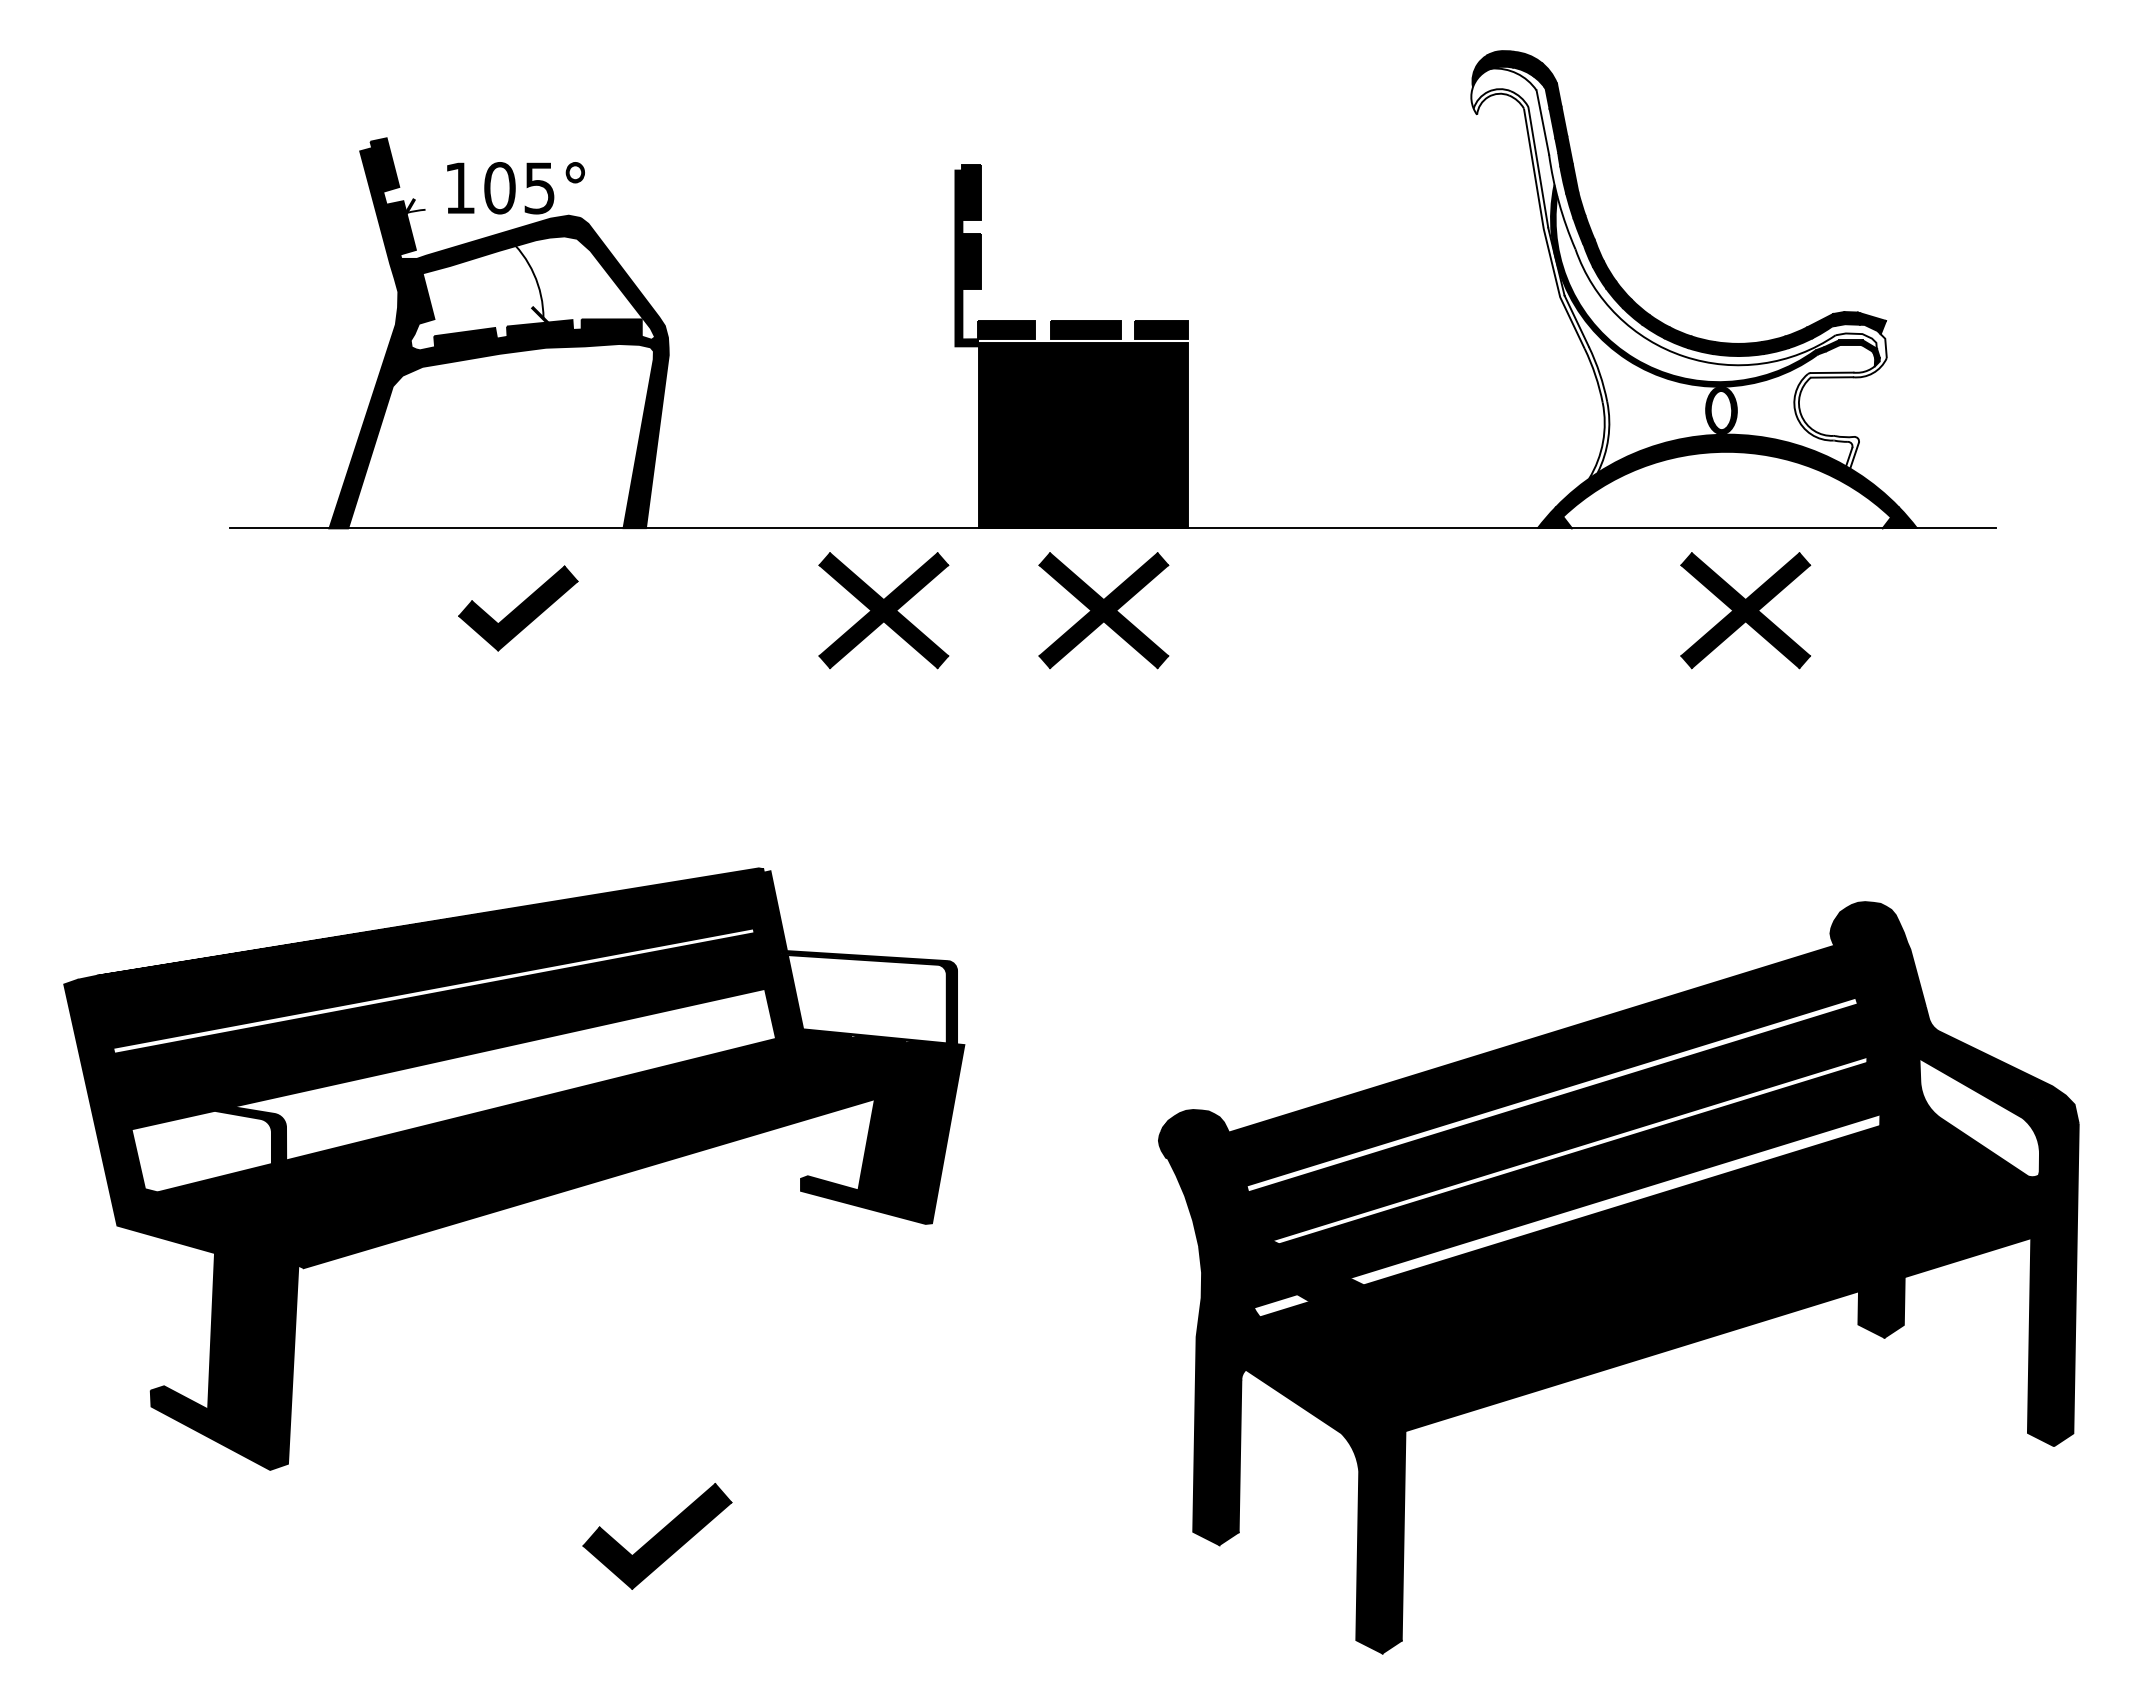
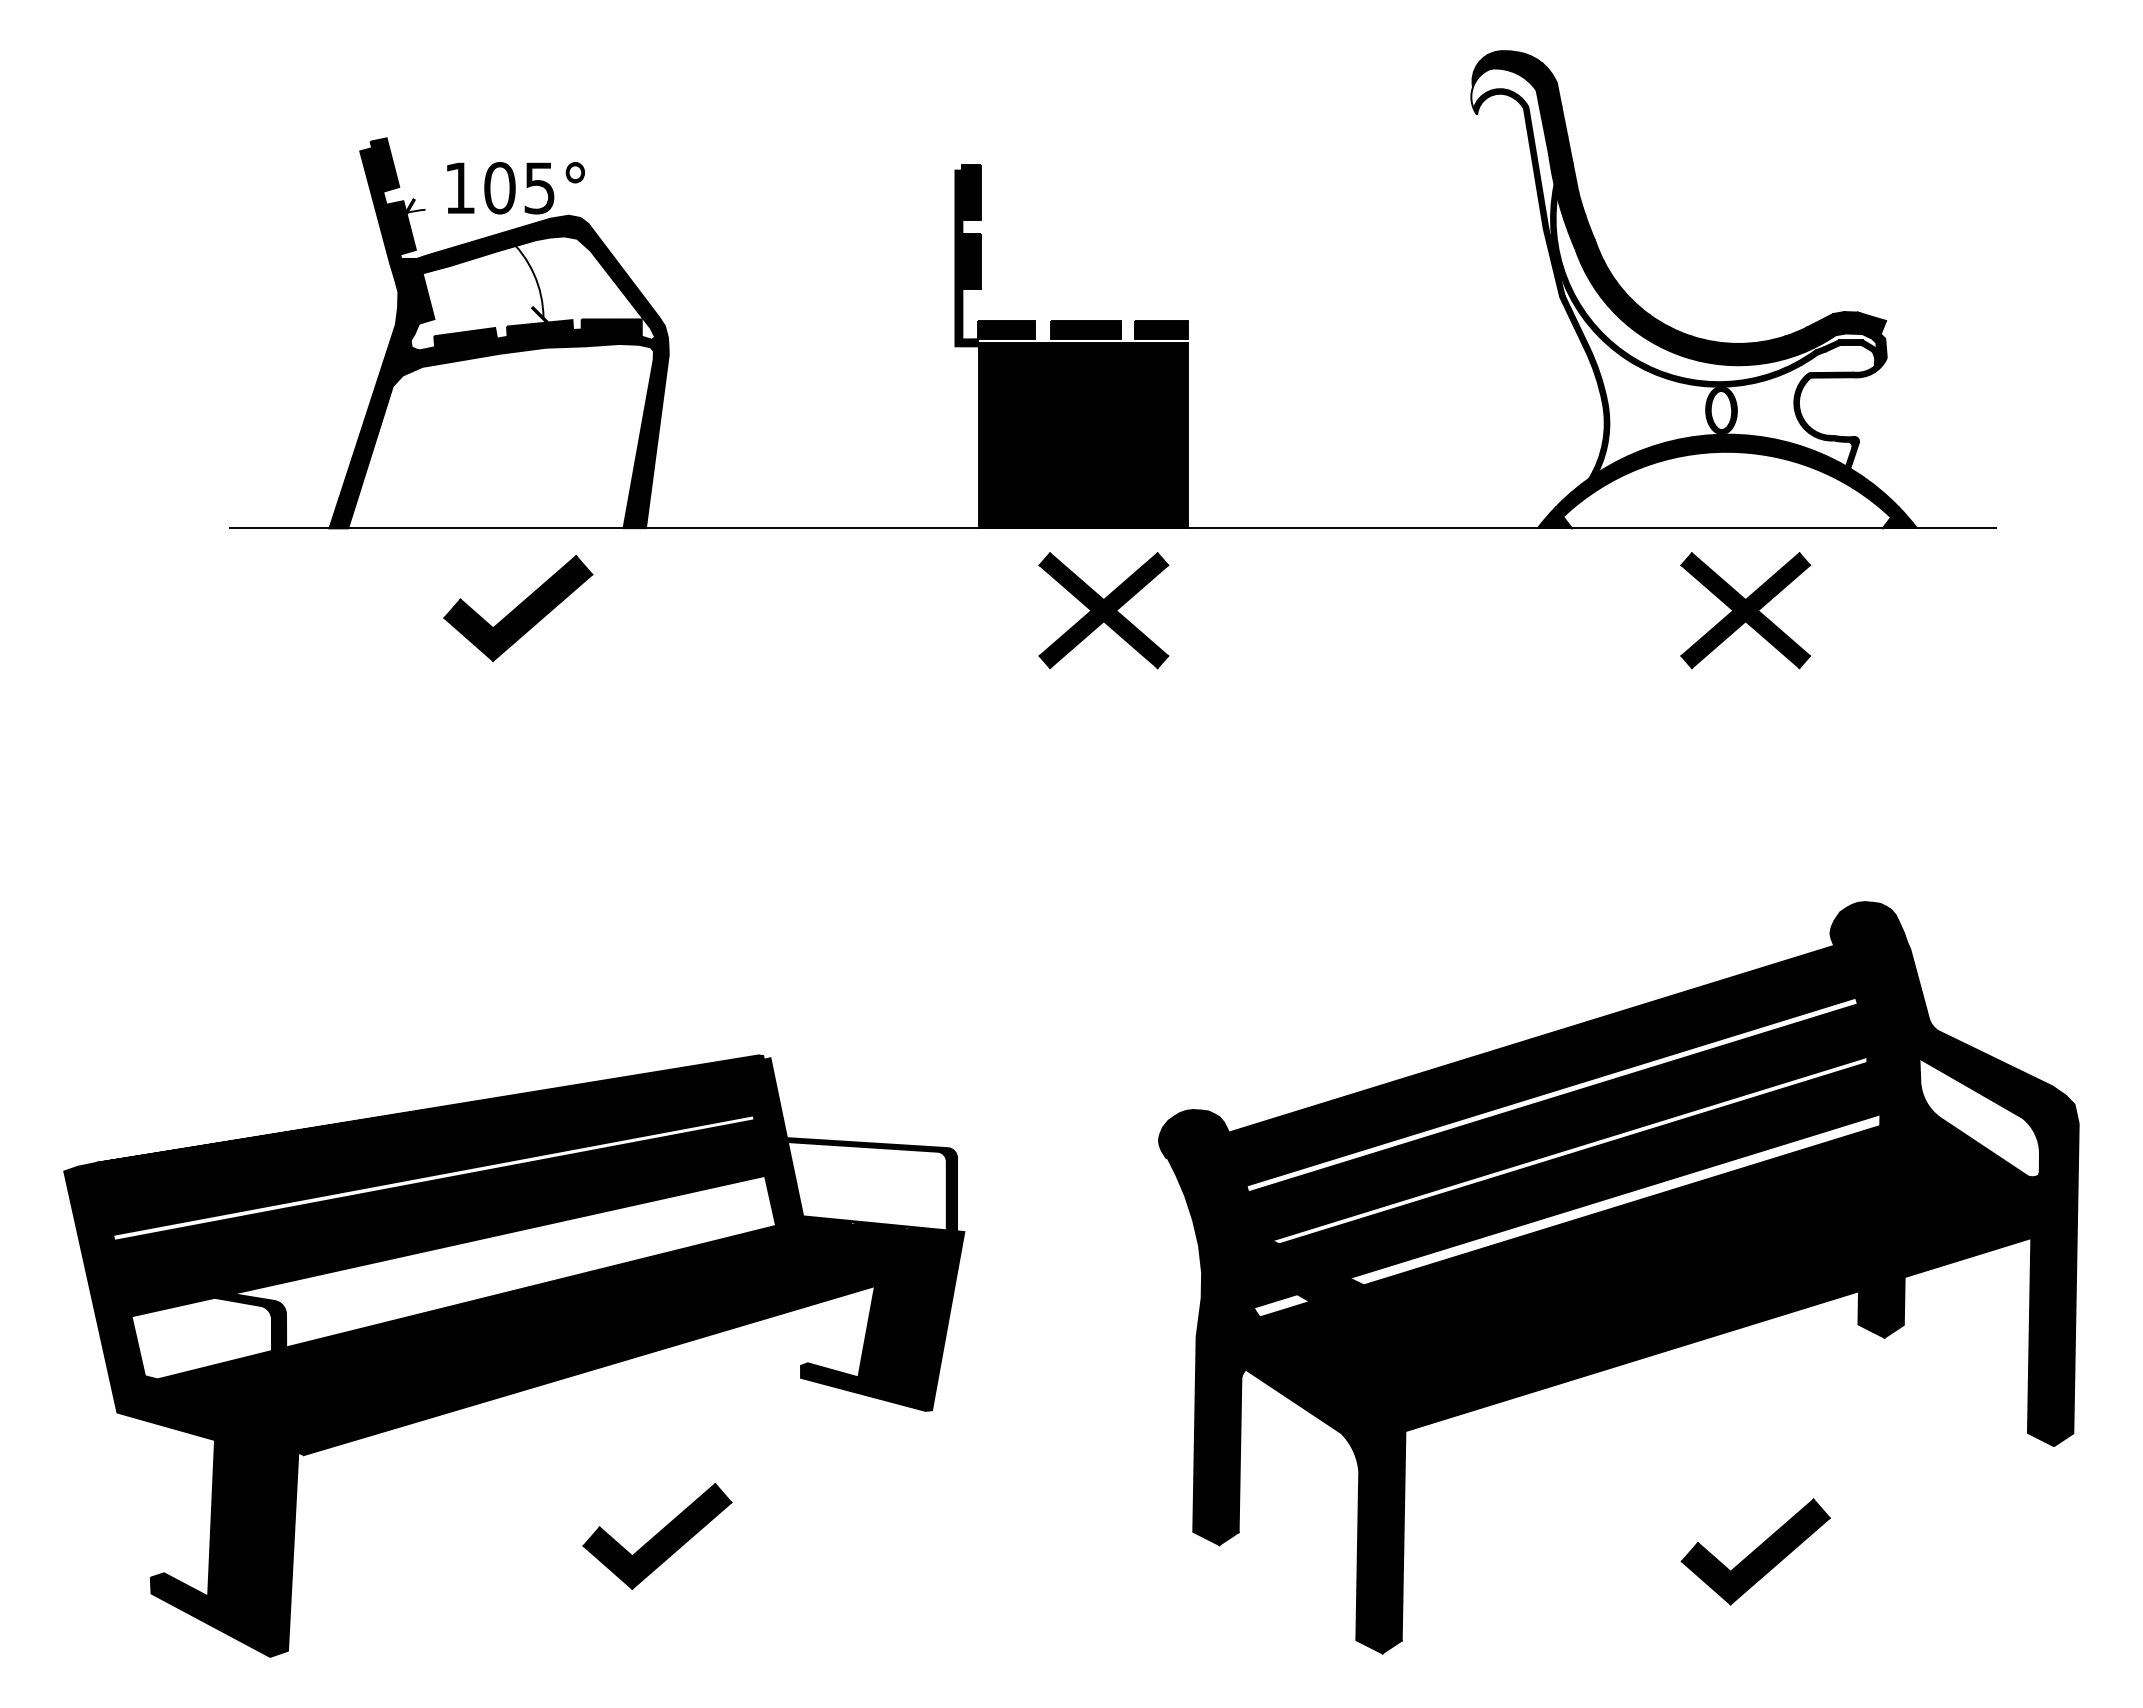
fill at (1688, 267): none -> present
fill at (1541, 283): none -> present
part at (518, 608) size: 121x87 px -> 151x107 px
part at (883, 610): present -> none
part at (514, 1168) position: (514, 1168) -> (514, 1355)
part at (1755, 1551): none -> present
